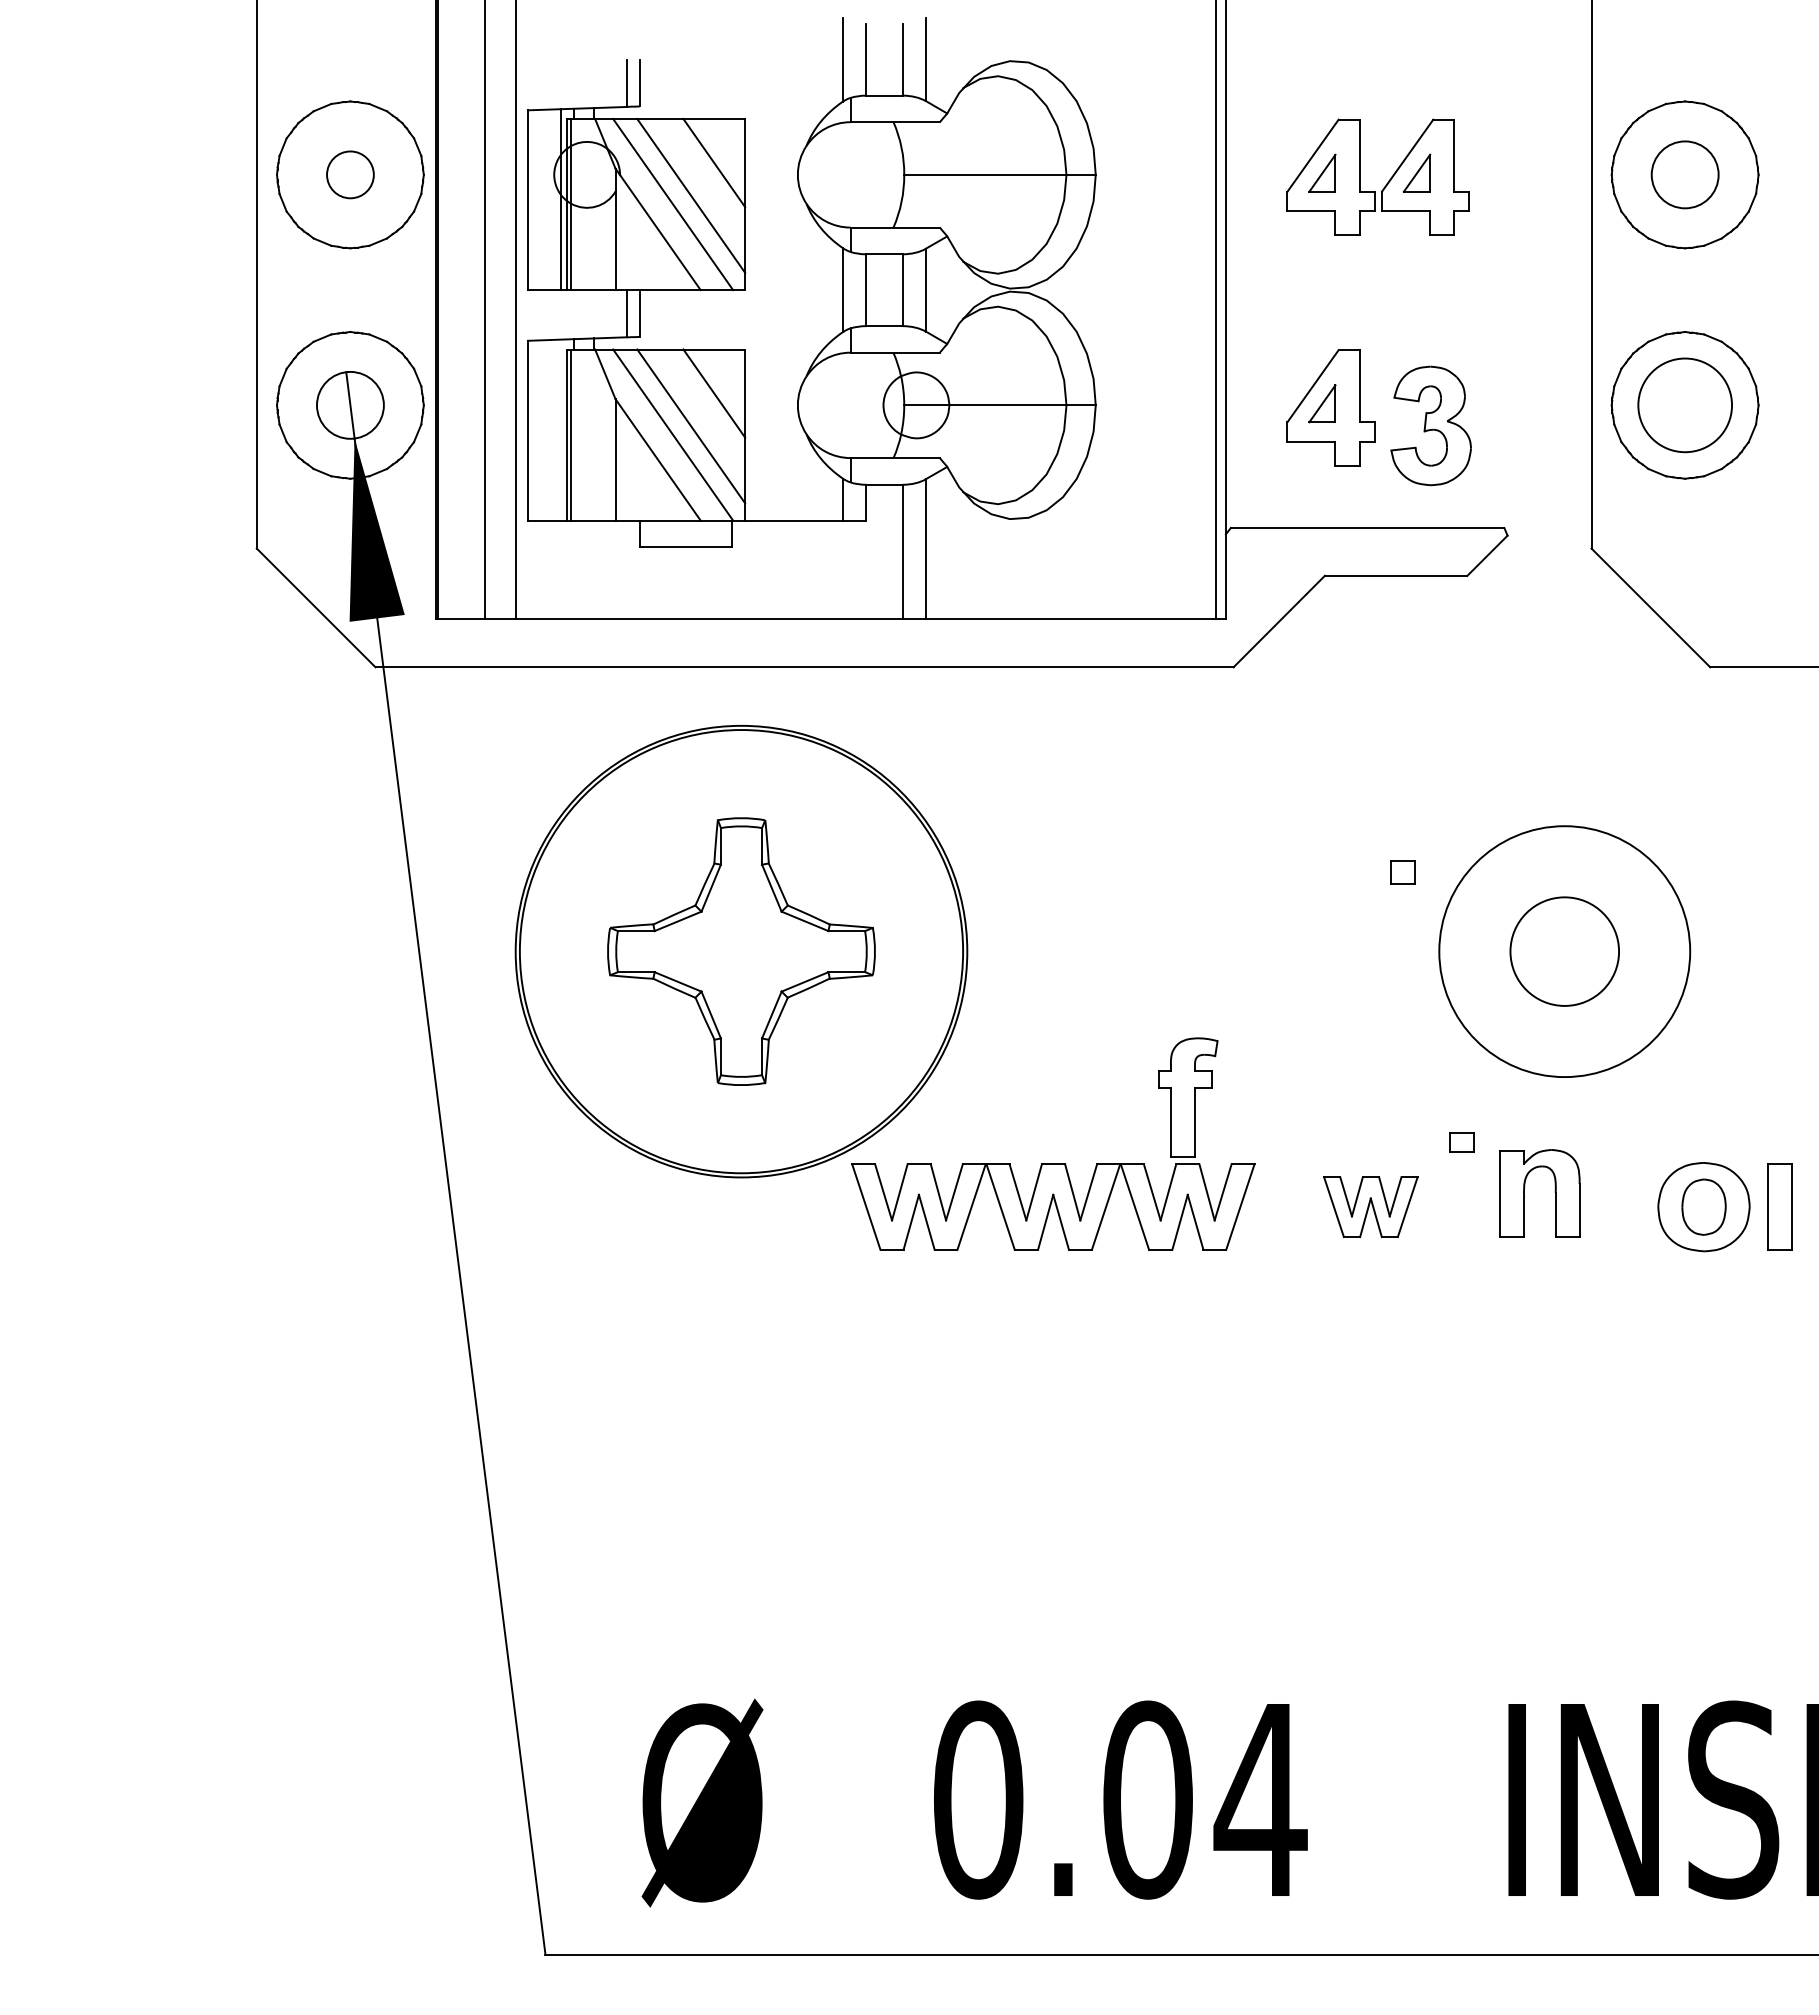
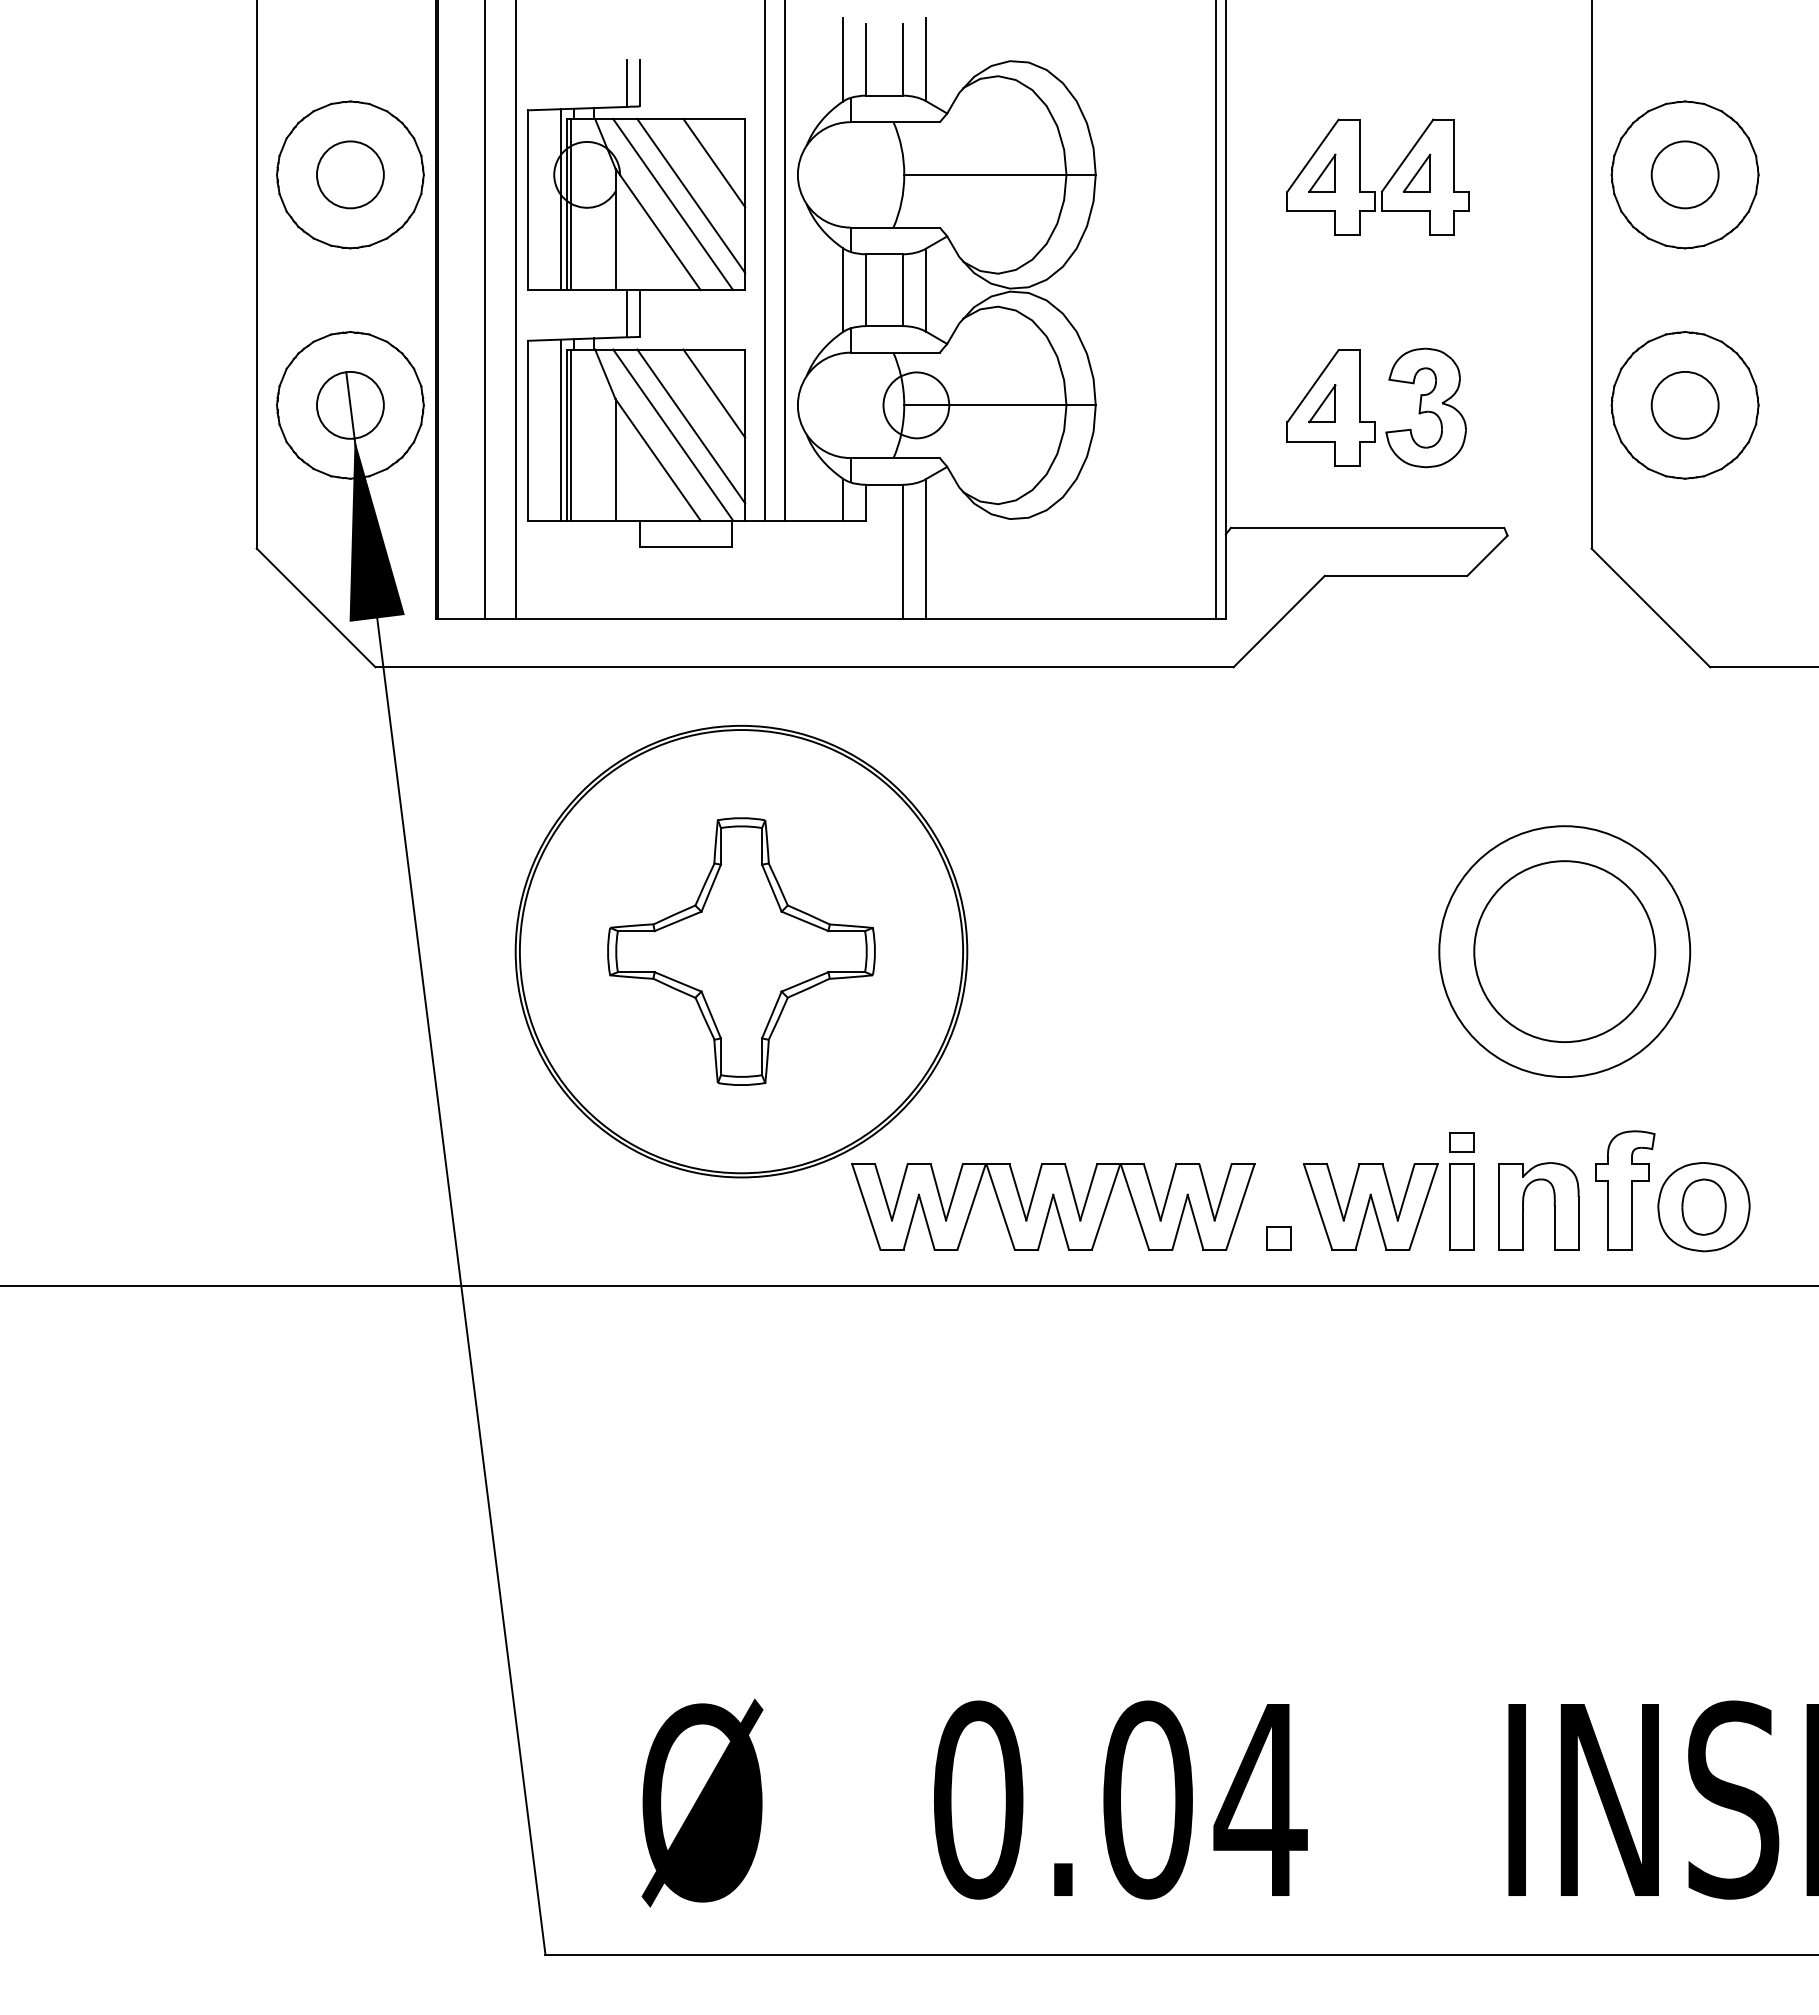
circle at (350, 174) diameter: 47 px -> 67 px
line at (764, 261): none -> present
line at (784, 261): none -> present
circle at (1685, 405) diameter: 94 px -> 67 px
part at (1430, 425) position: (1430, 425) -> (1425, 407)
line at (560, 429): none -> present
part at (1402, 872) position: (1402, 872) -> (1278, 1238)
circle at (1564, 951) diameter: 109 px -> 181 px
part at (1188, 1097) position: (1188, 1097) -> (1625, 1190)
part at (1524, 1193) position: (1524, 1193) -> (1523, 1206)
part at (1370, 1206) size: 96x62 px -> 136x88 px
part at (1779, 1206) position: (1779, 1206) -> (1461, 1206)
line at (908, 1286): none -> present
